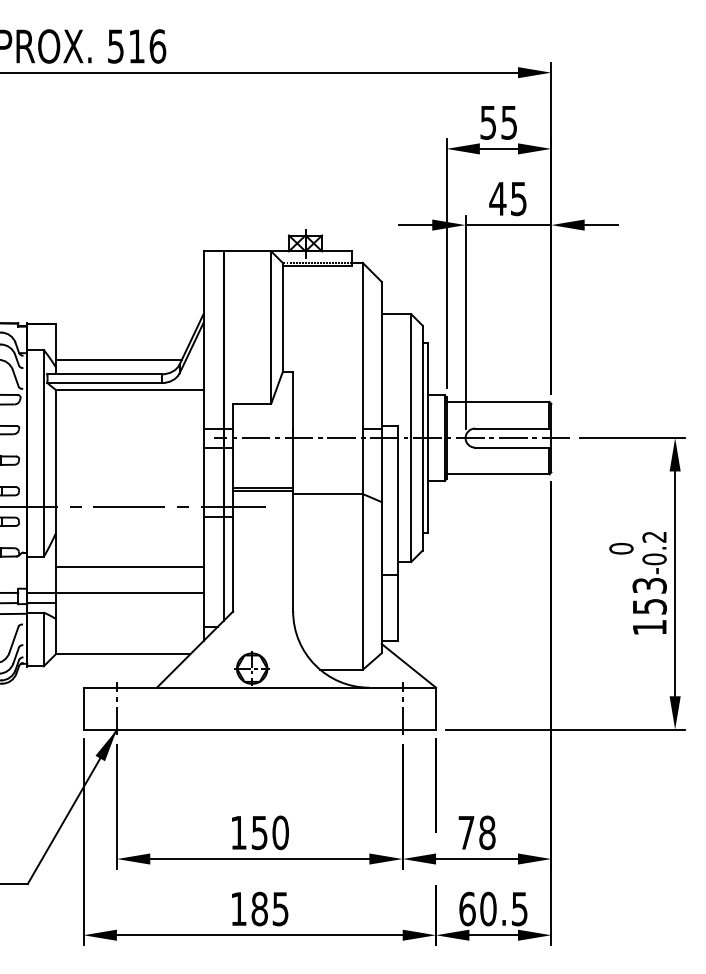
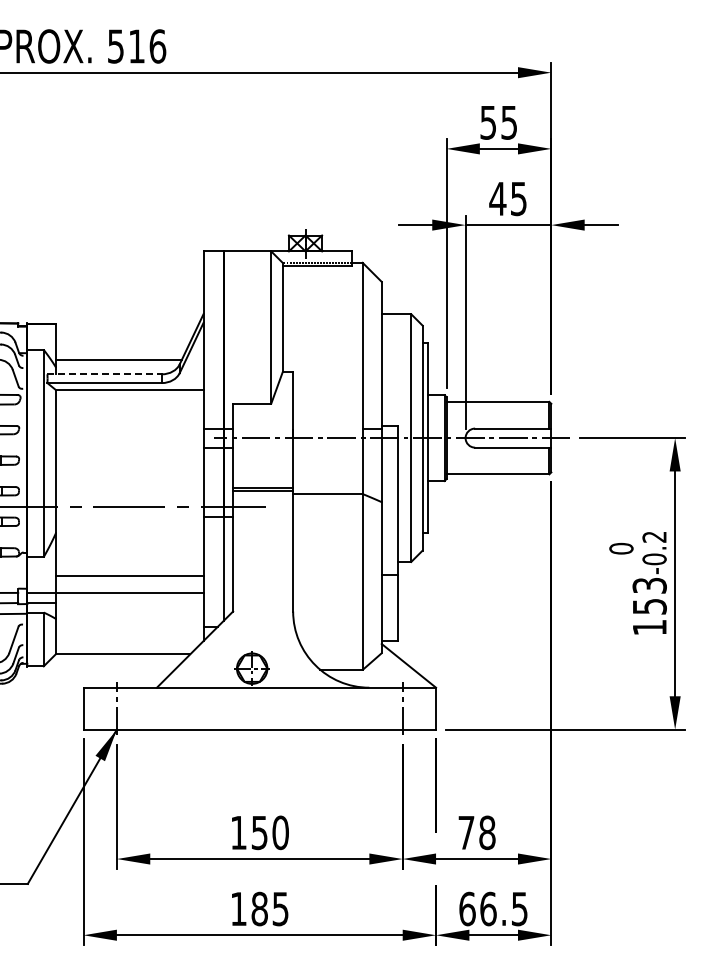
line at (105, 374): solid -> dashed
line at (129, 567) position: (129, 567) -> (129, 576)
text at (488, 908): 60.5 -> 66.5
